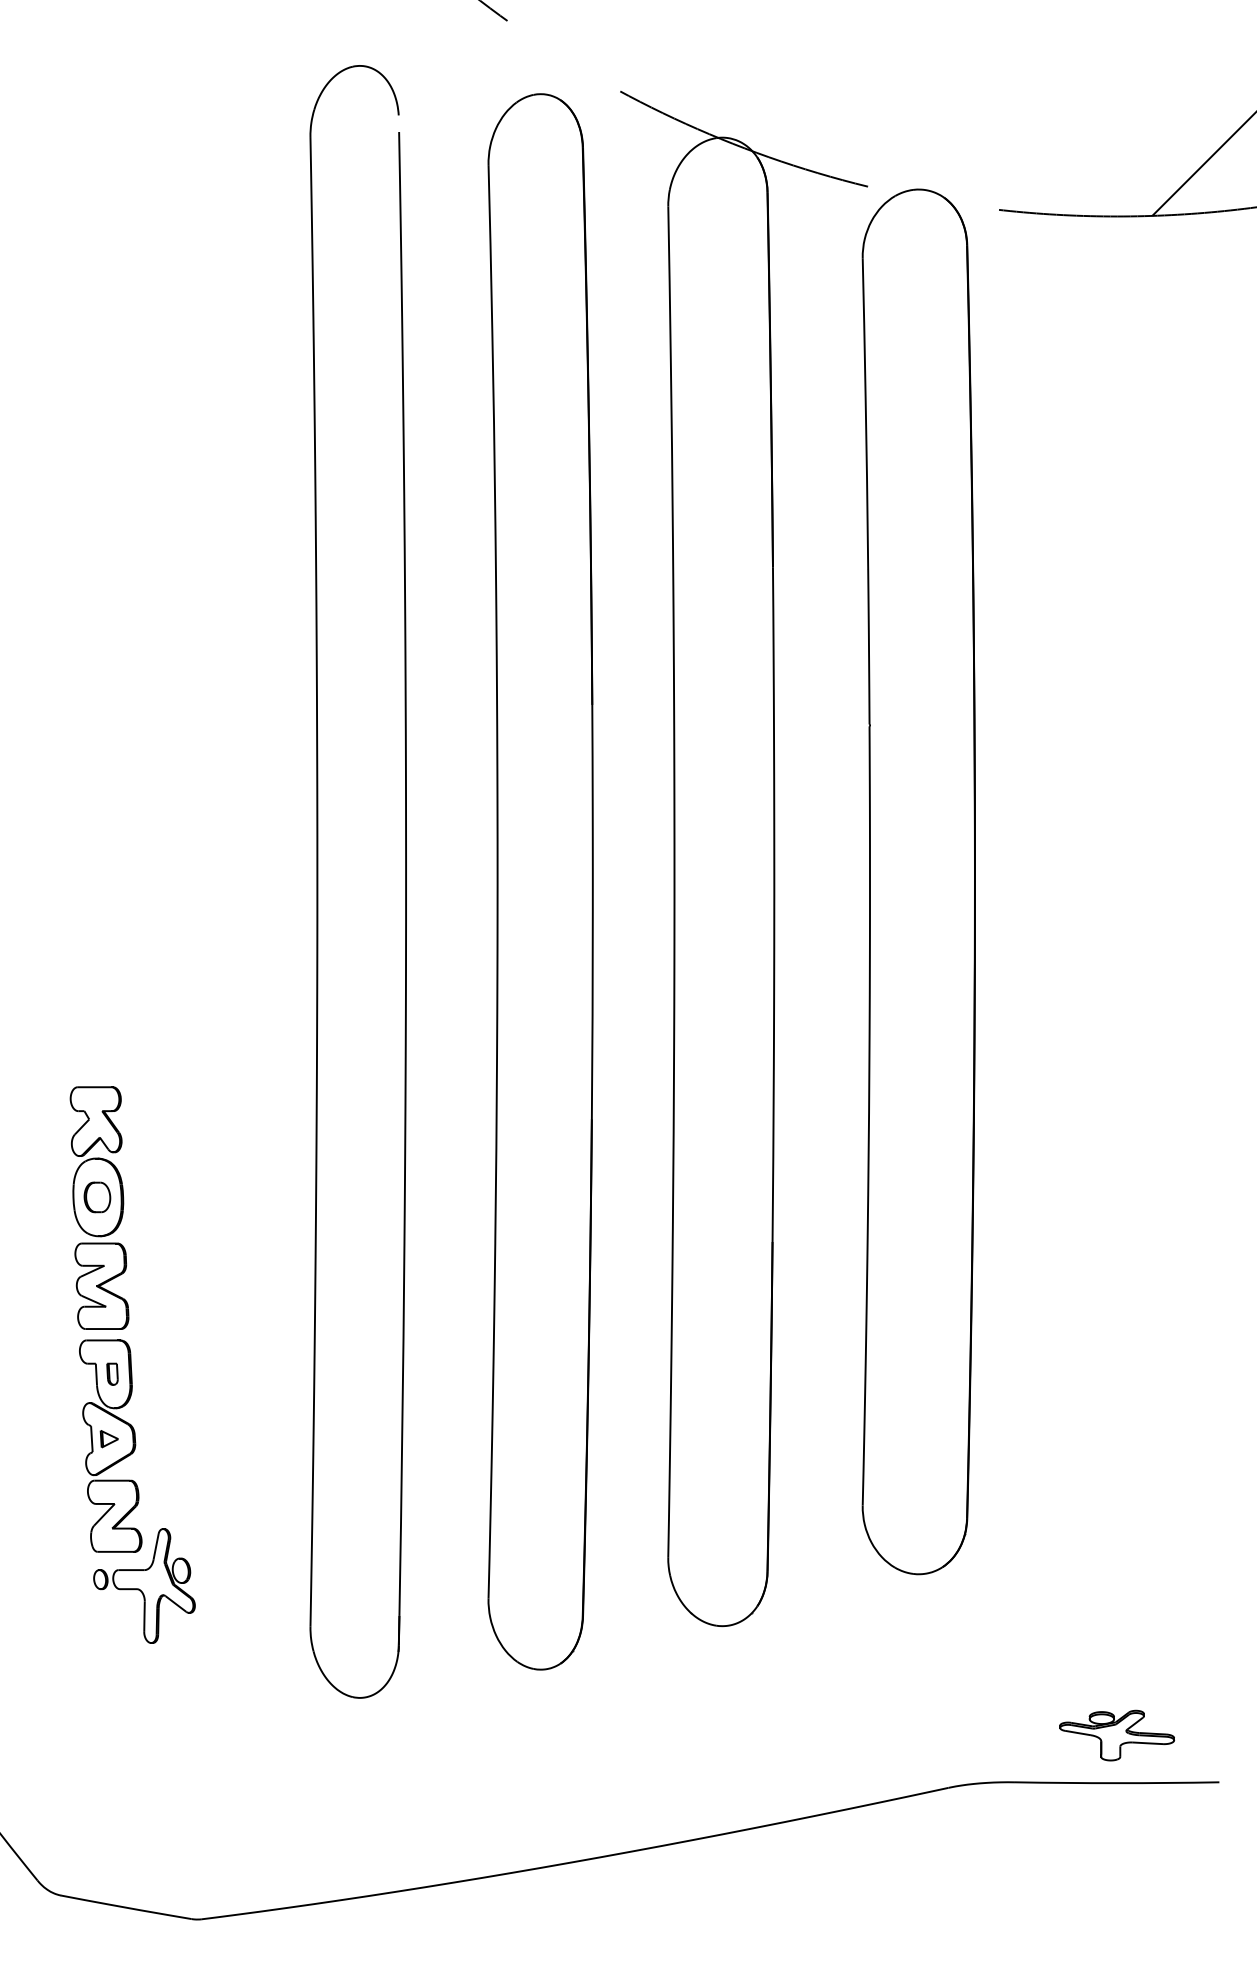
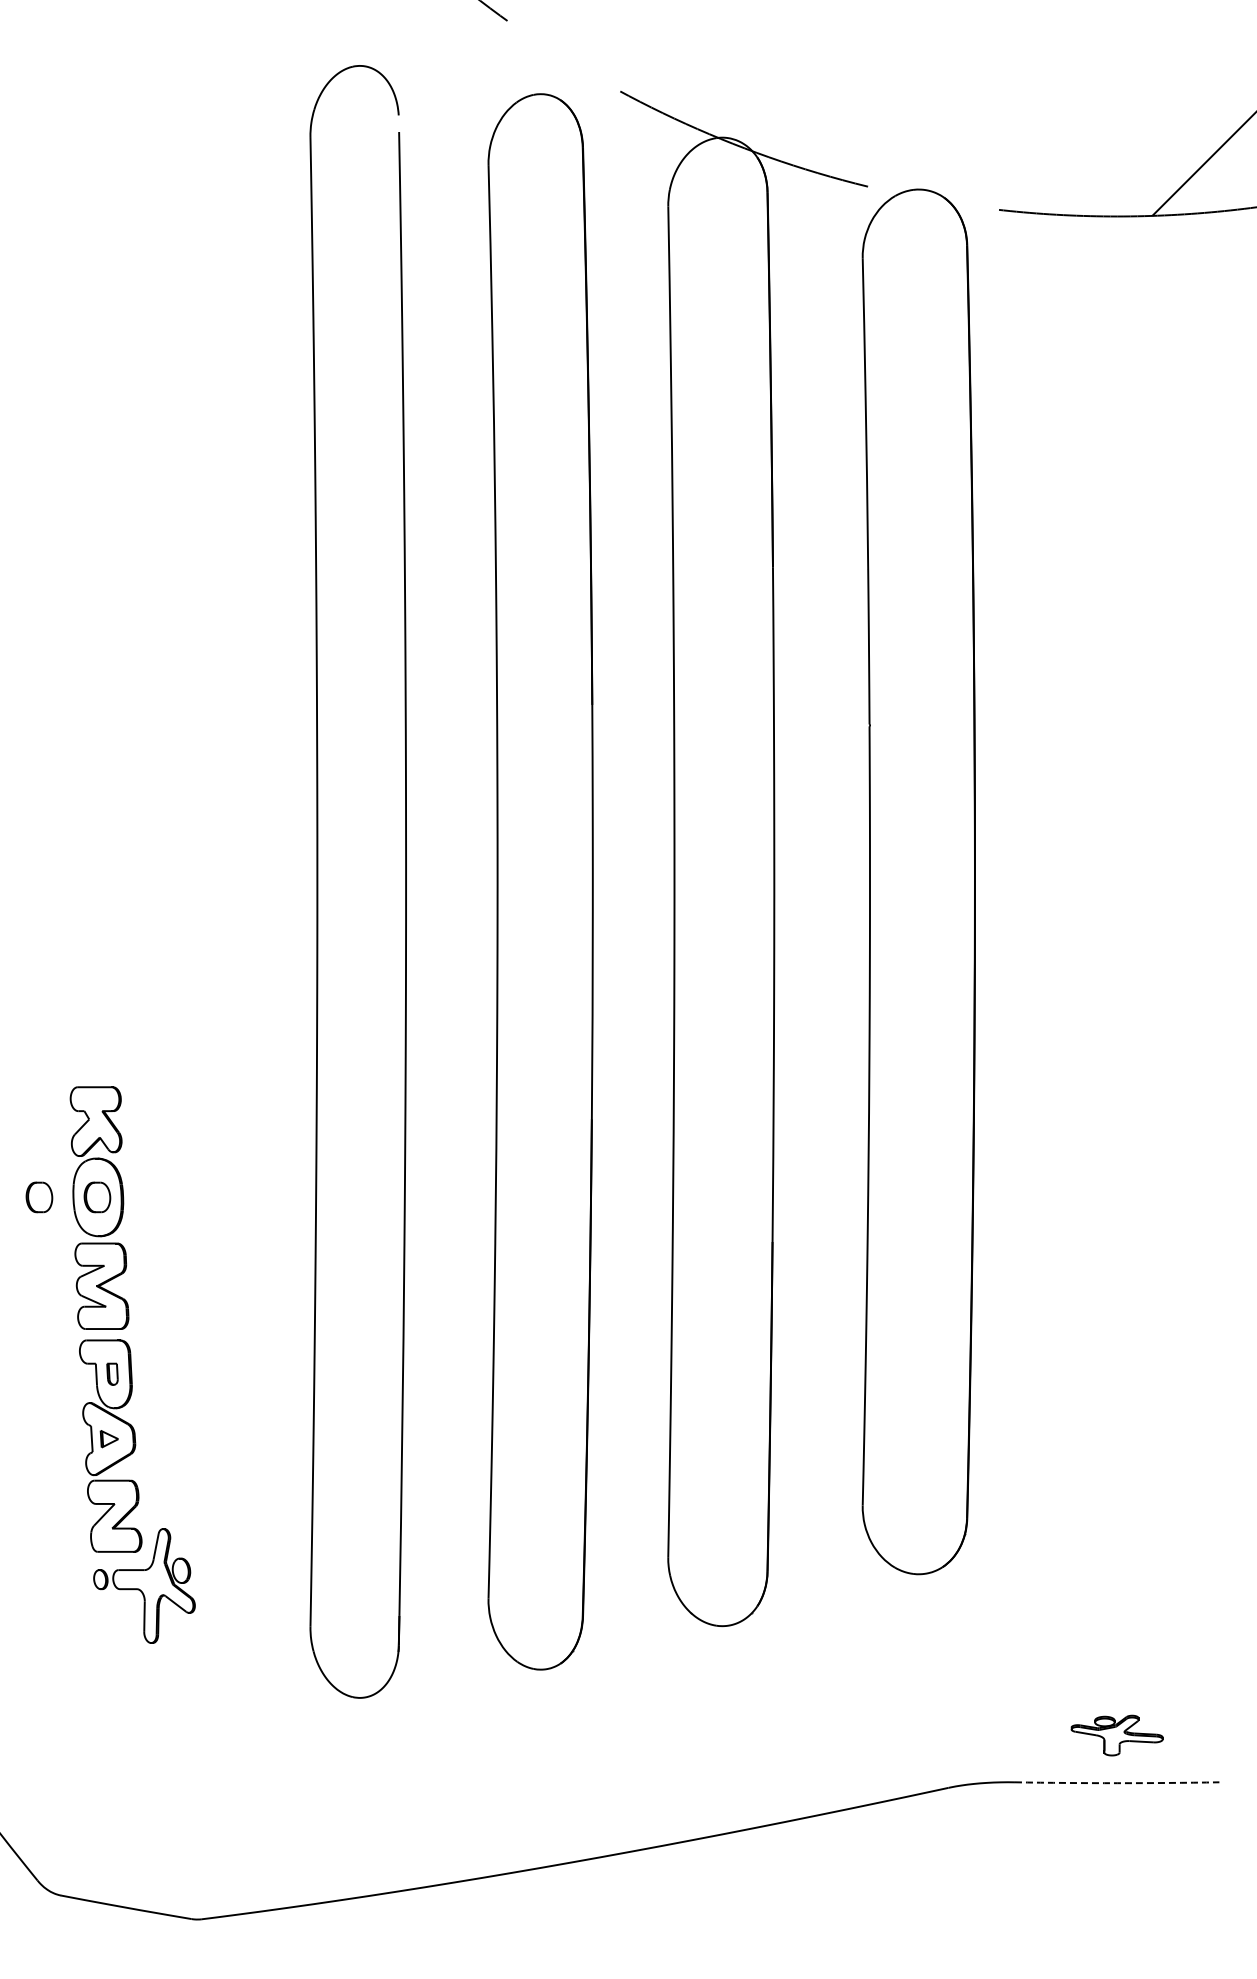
part at (39, 1197): none -> present
part at (1116, 1735) size: 116x53 px -> 94x43 px
arc at (1117, 1783): solid -> dashed
